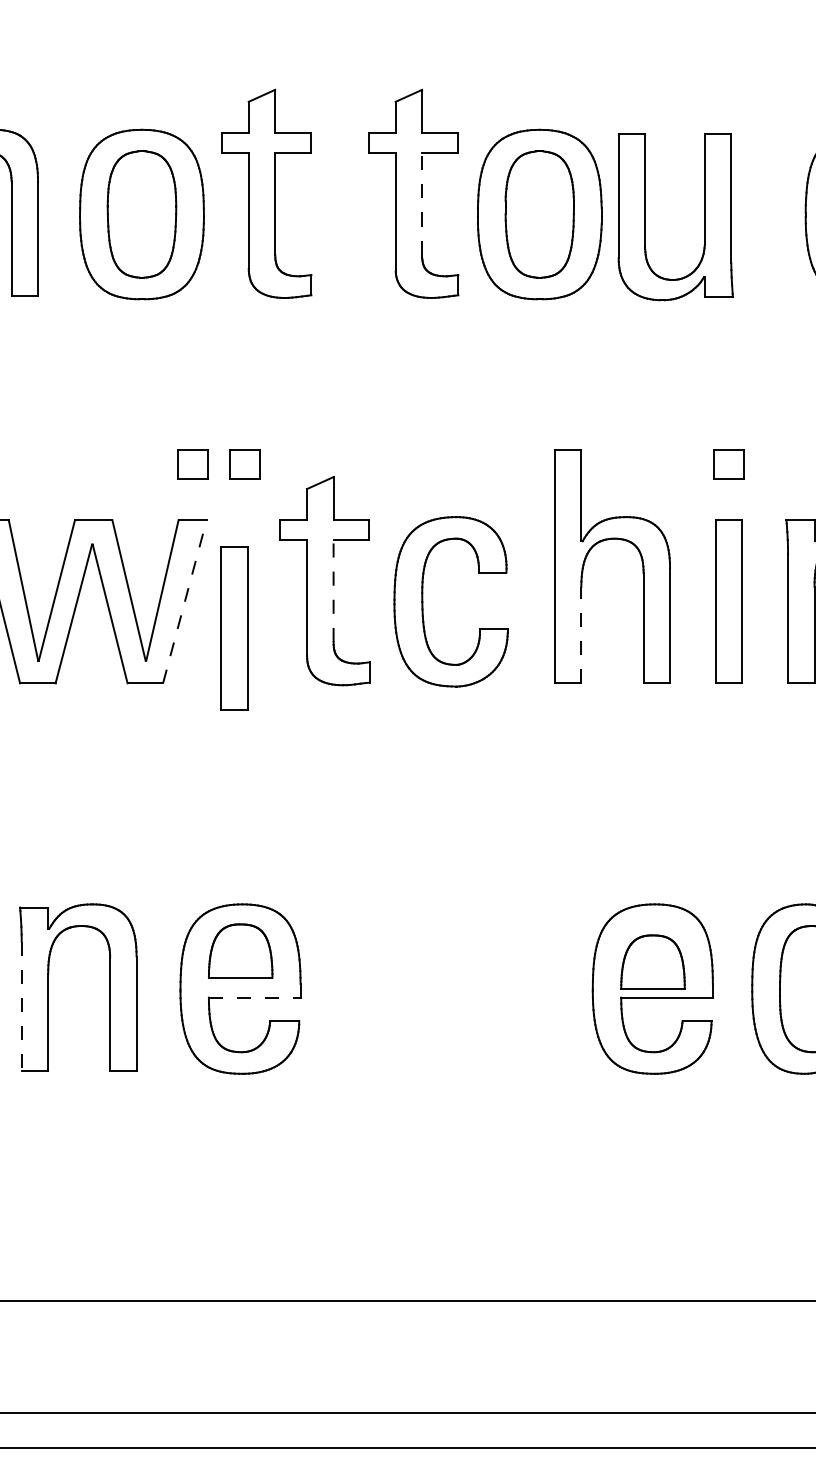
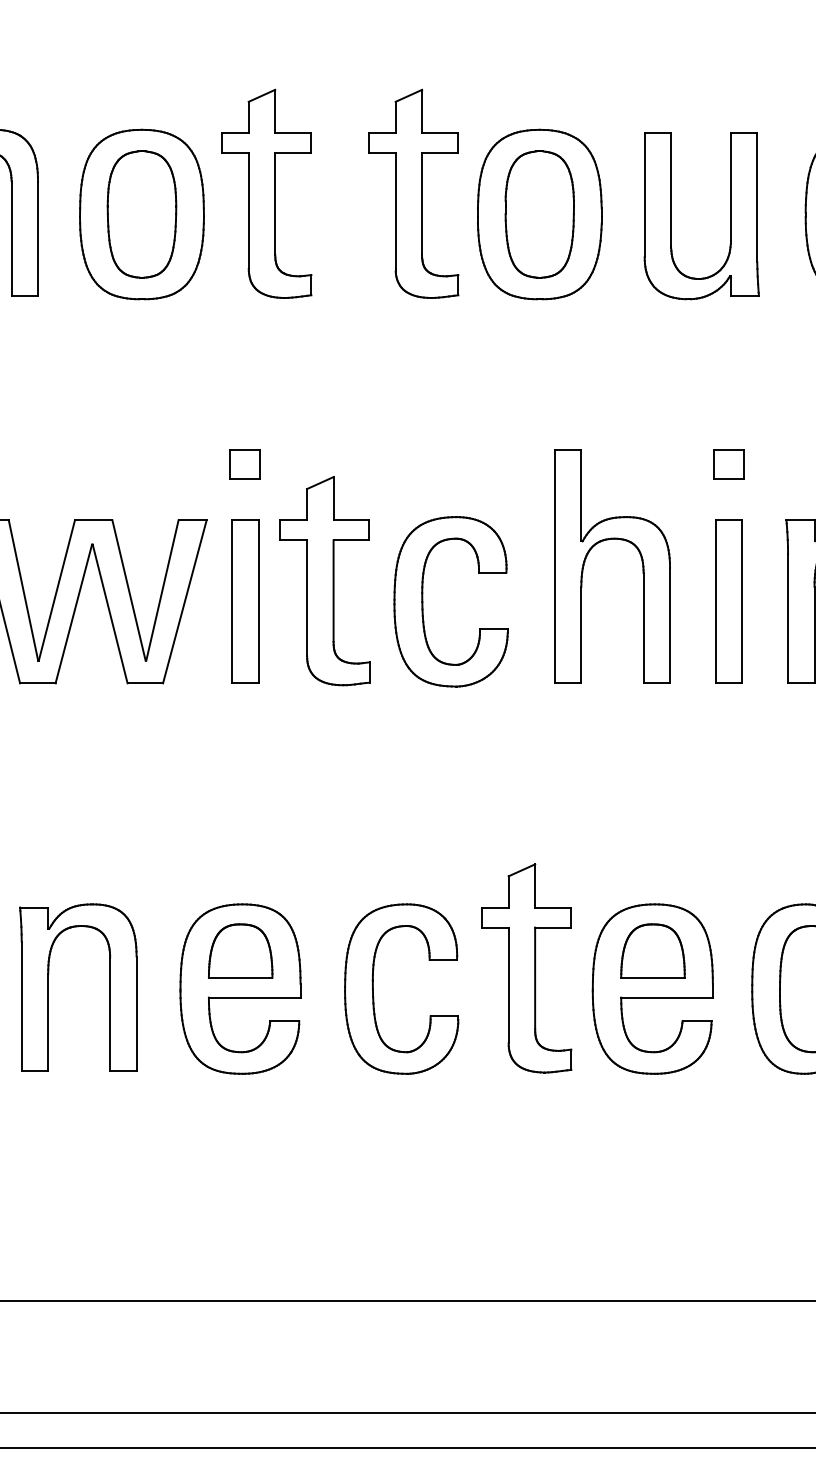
line at (422, 203): dashed -> solid
part at (704, 217) position: (704, 217) -> (730, 216)
part at (192, 464): present -> none
line at (333, 591): dashed -> solid
line at (185, 601): dashed -> solid
part at (234, 628) position: (234, 628) -> (245, 601)
line at (581, 634): dashed -> solid
part at (652, 961) position: (652, 961) -> (652, 950)
part at (526, 968): none -> present
part at (373, 988): none -> present
line at (254, 997): dashed -> solid
line at (21, 1006): dashed -> solid
